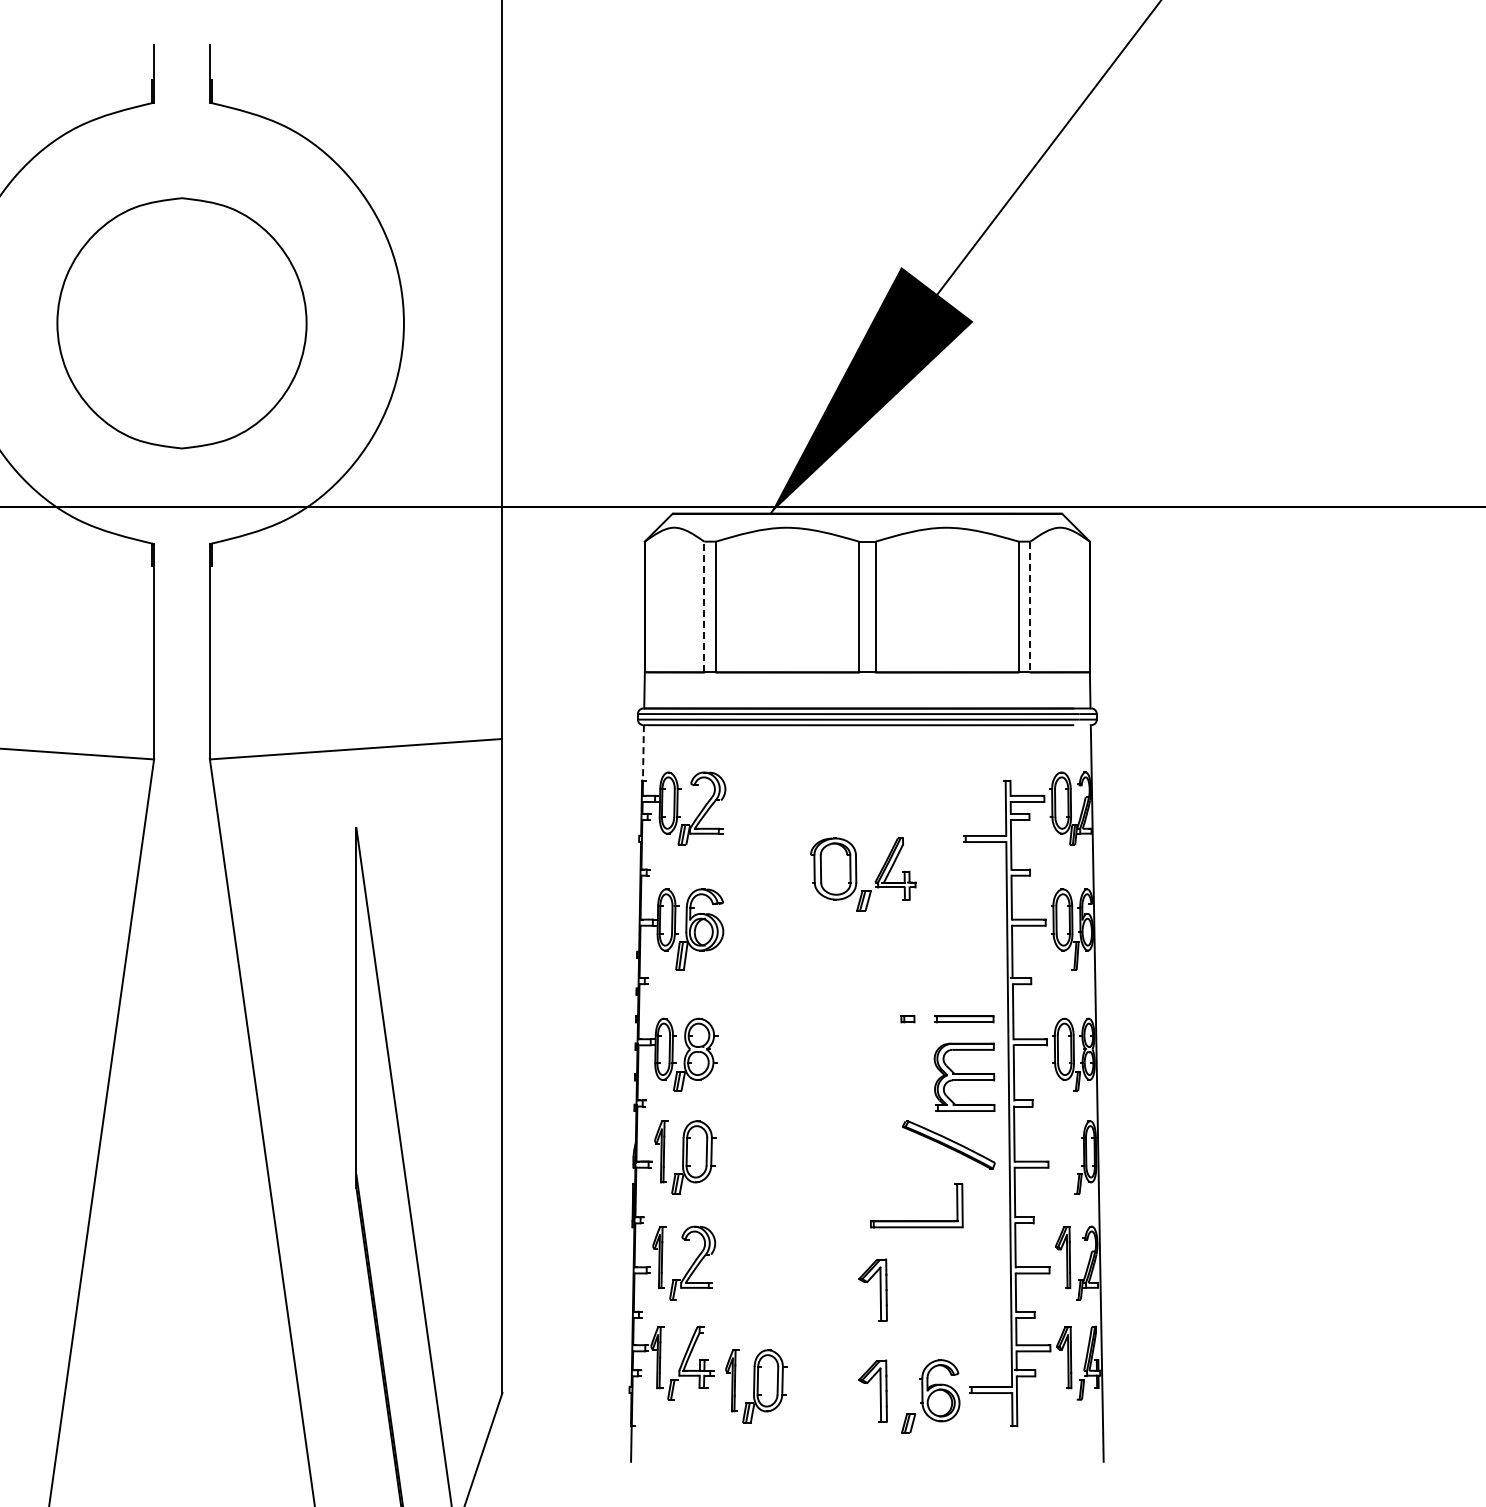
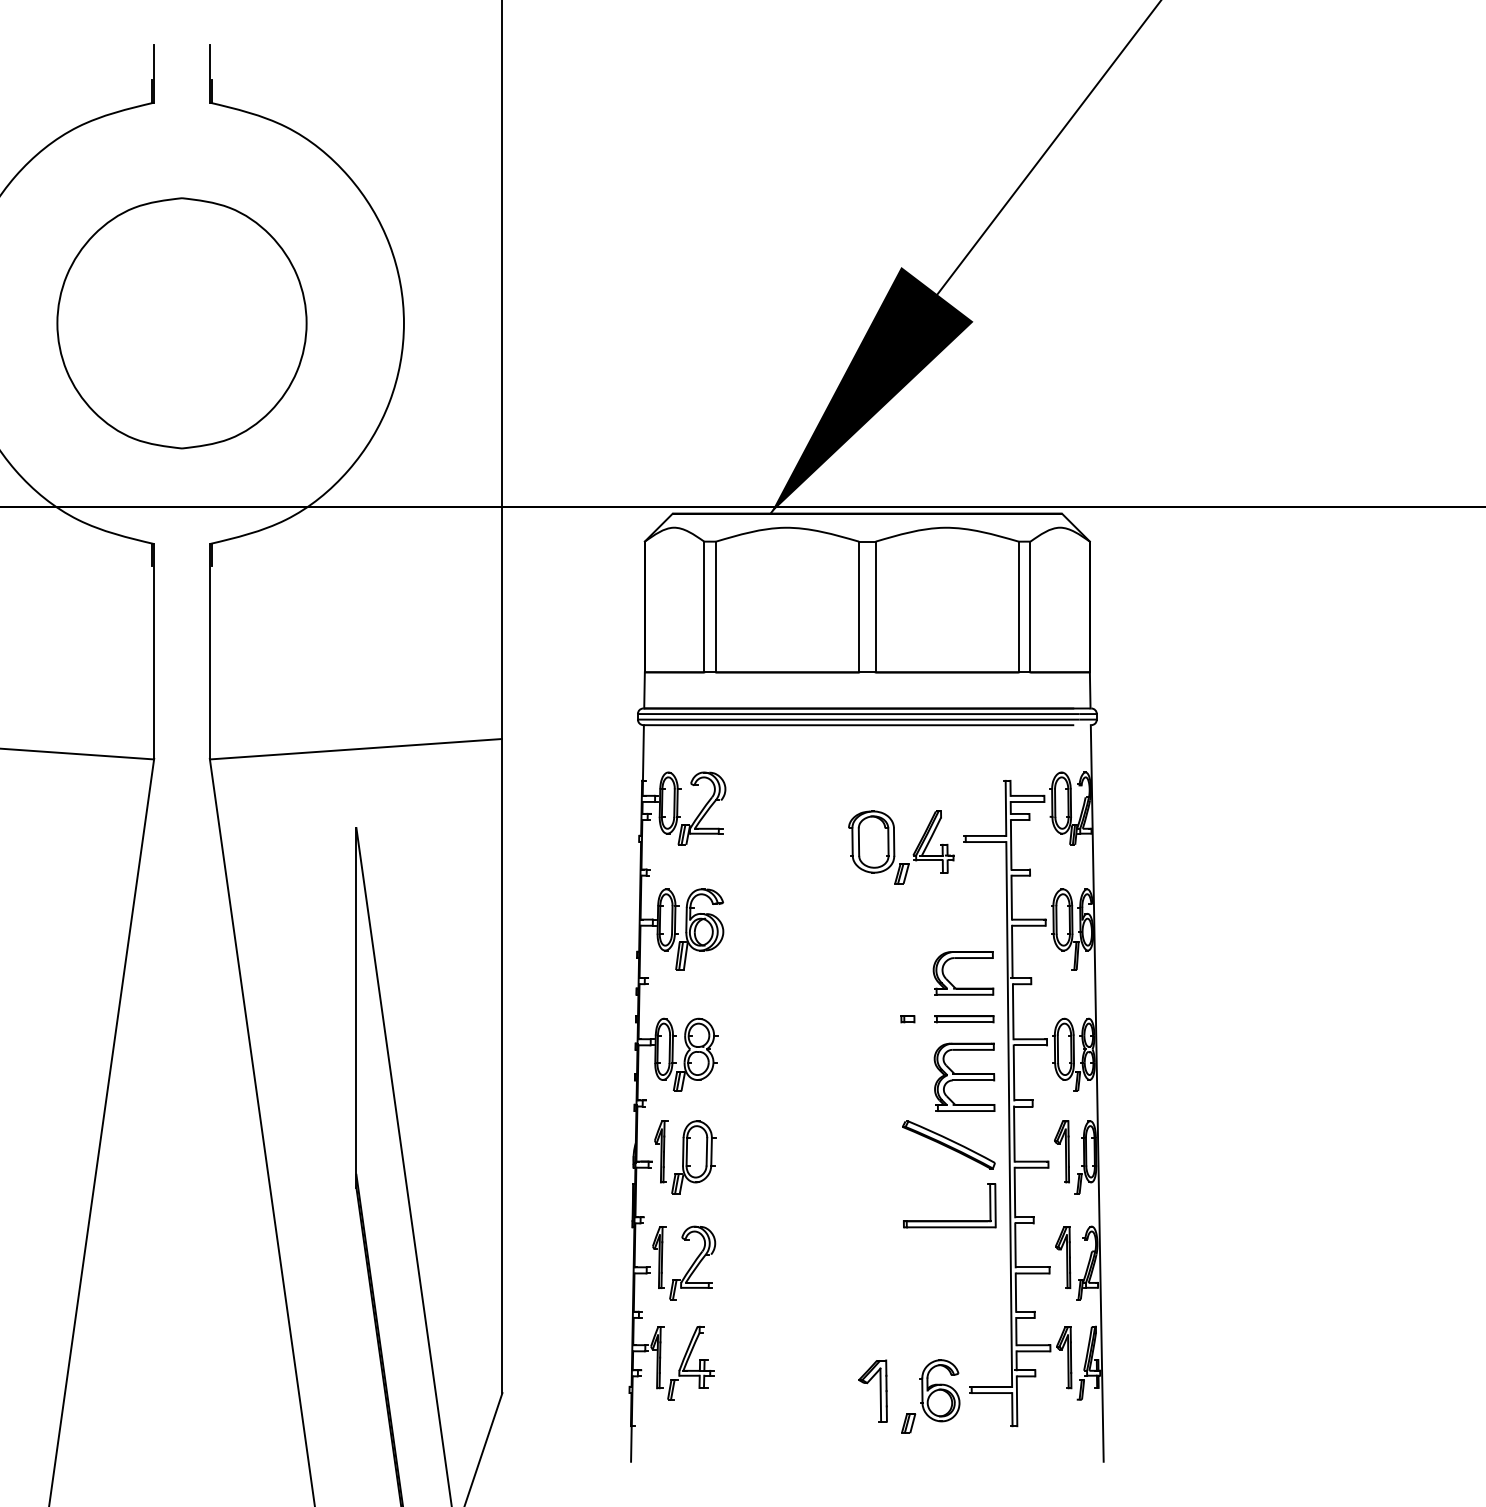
line at (704, 606): dashed -> solid
line at (1030, 607): dashed -> solid
line at (643, 752): dashed -> solid
part at (863, 874) position: (863, 874) -> (901, 847)
part at (963, 987): none -> present
part at (1061, 1151): none -> present
part at (916, 1220) position: (916, 1220) -> (949, 1220)
part at (879, 1289): present -> none
part at (756, 1386): present -> none
